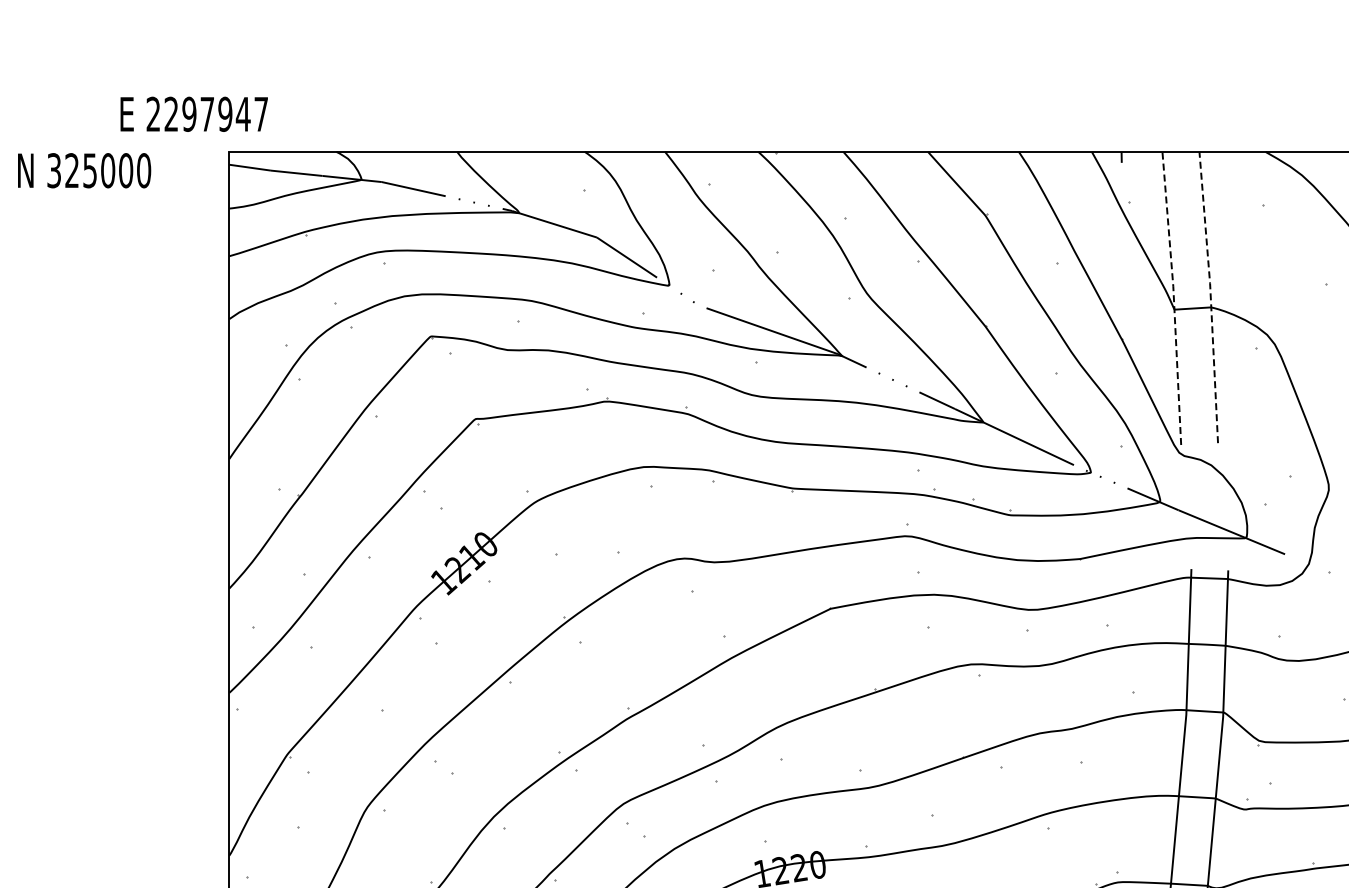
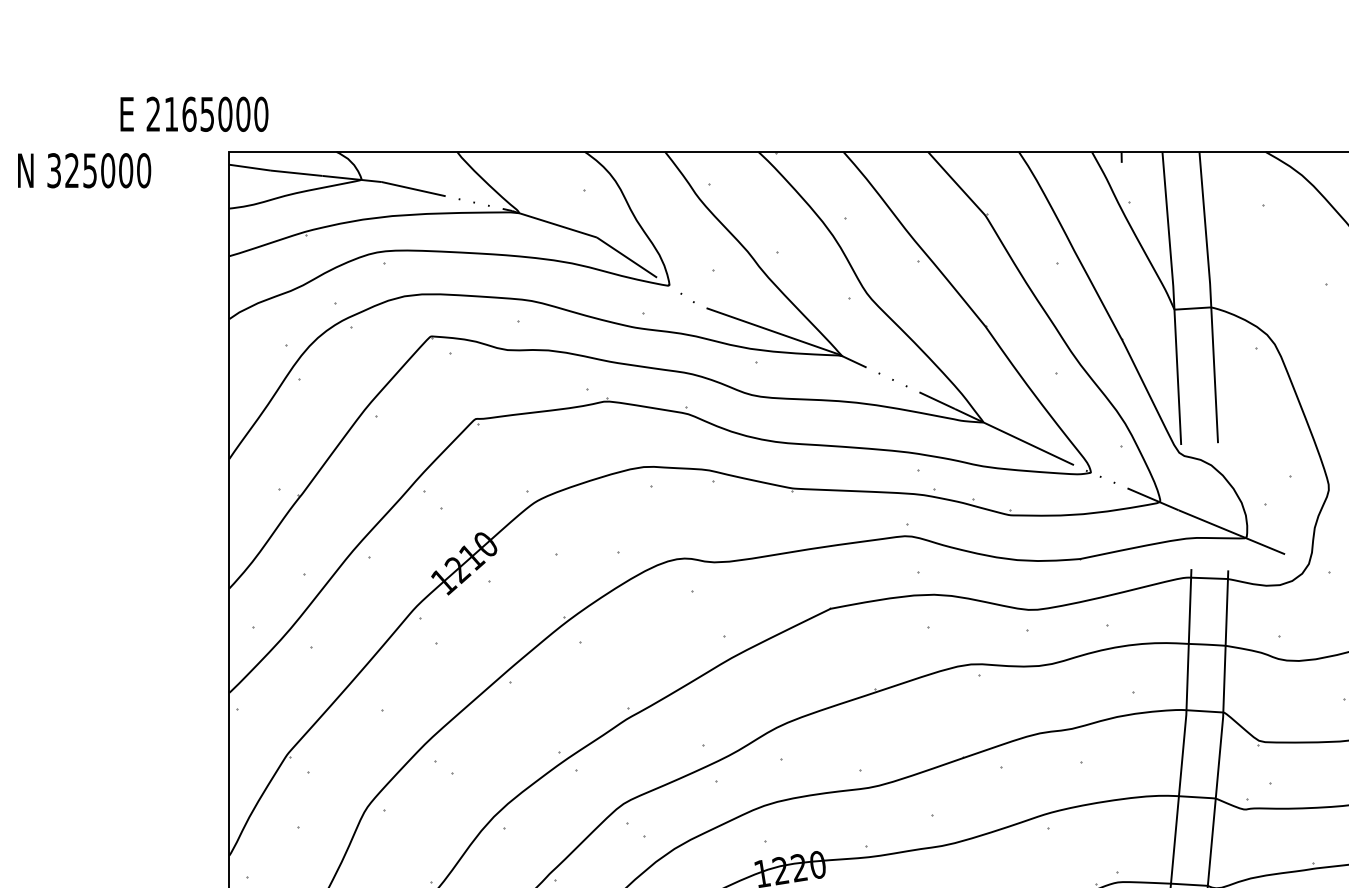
text at (216, 113): 2297947 -> 2165000
line at (1210, 296): dashed -> solid
line at (1173, 298): dashed -> solid
